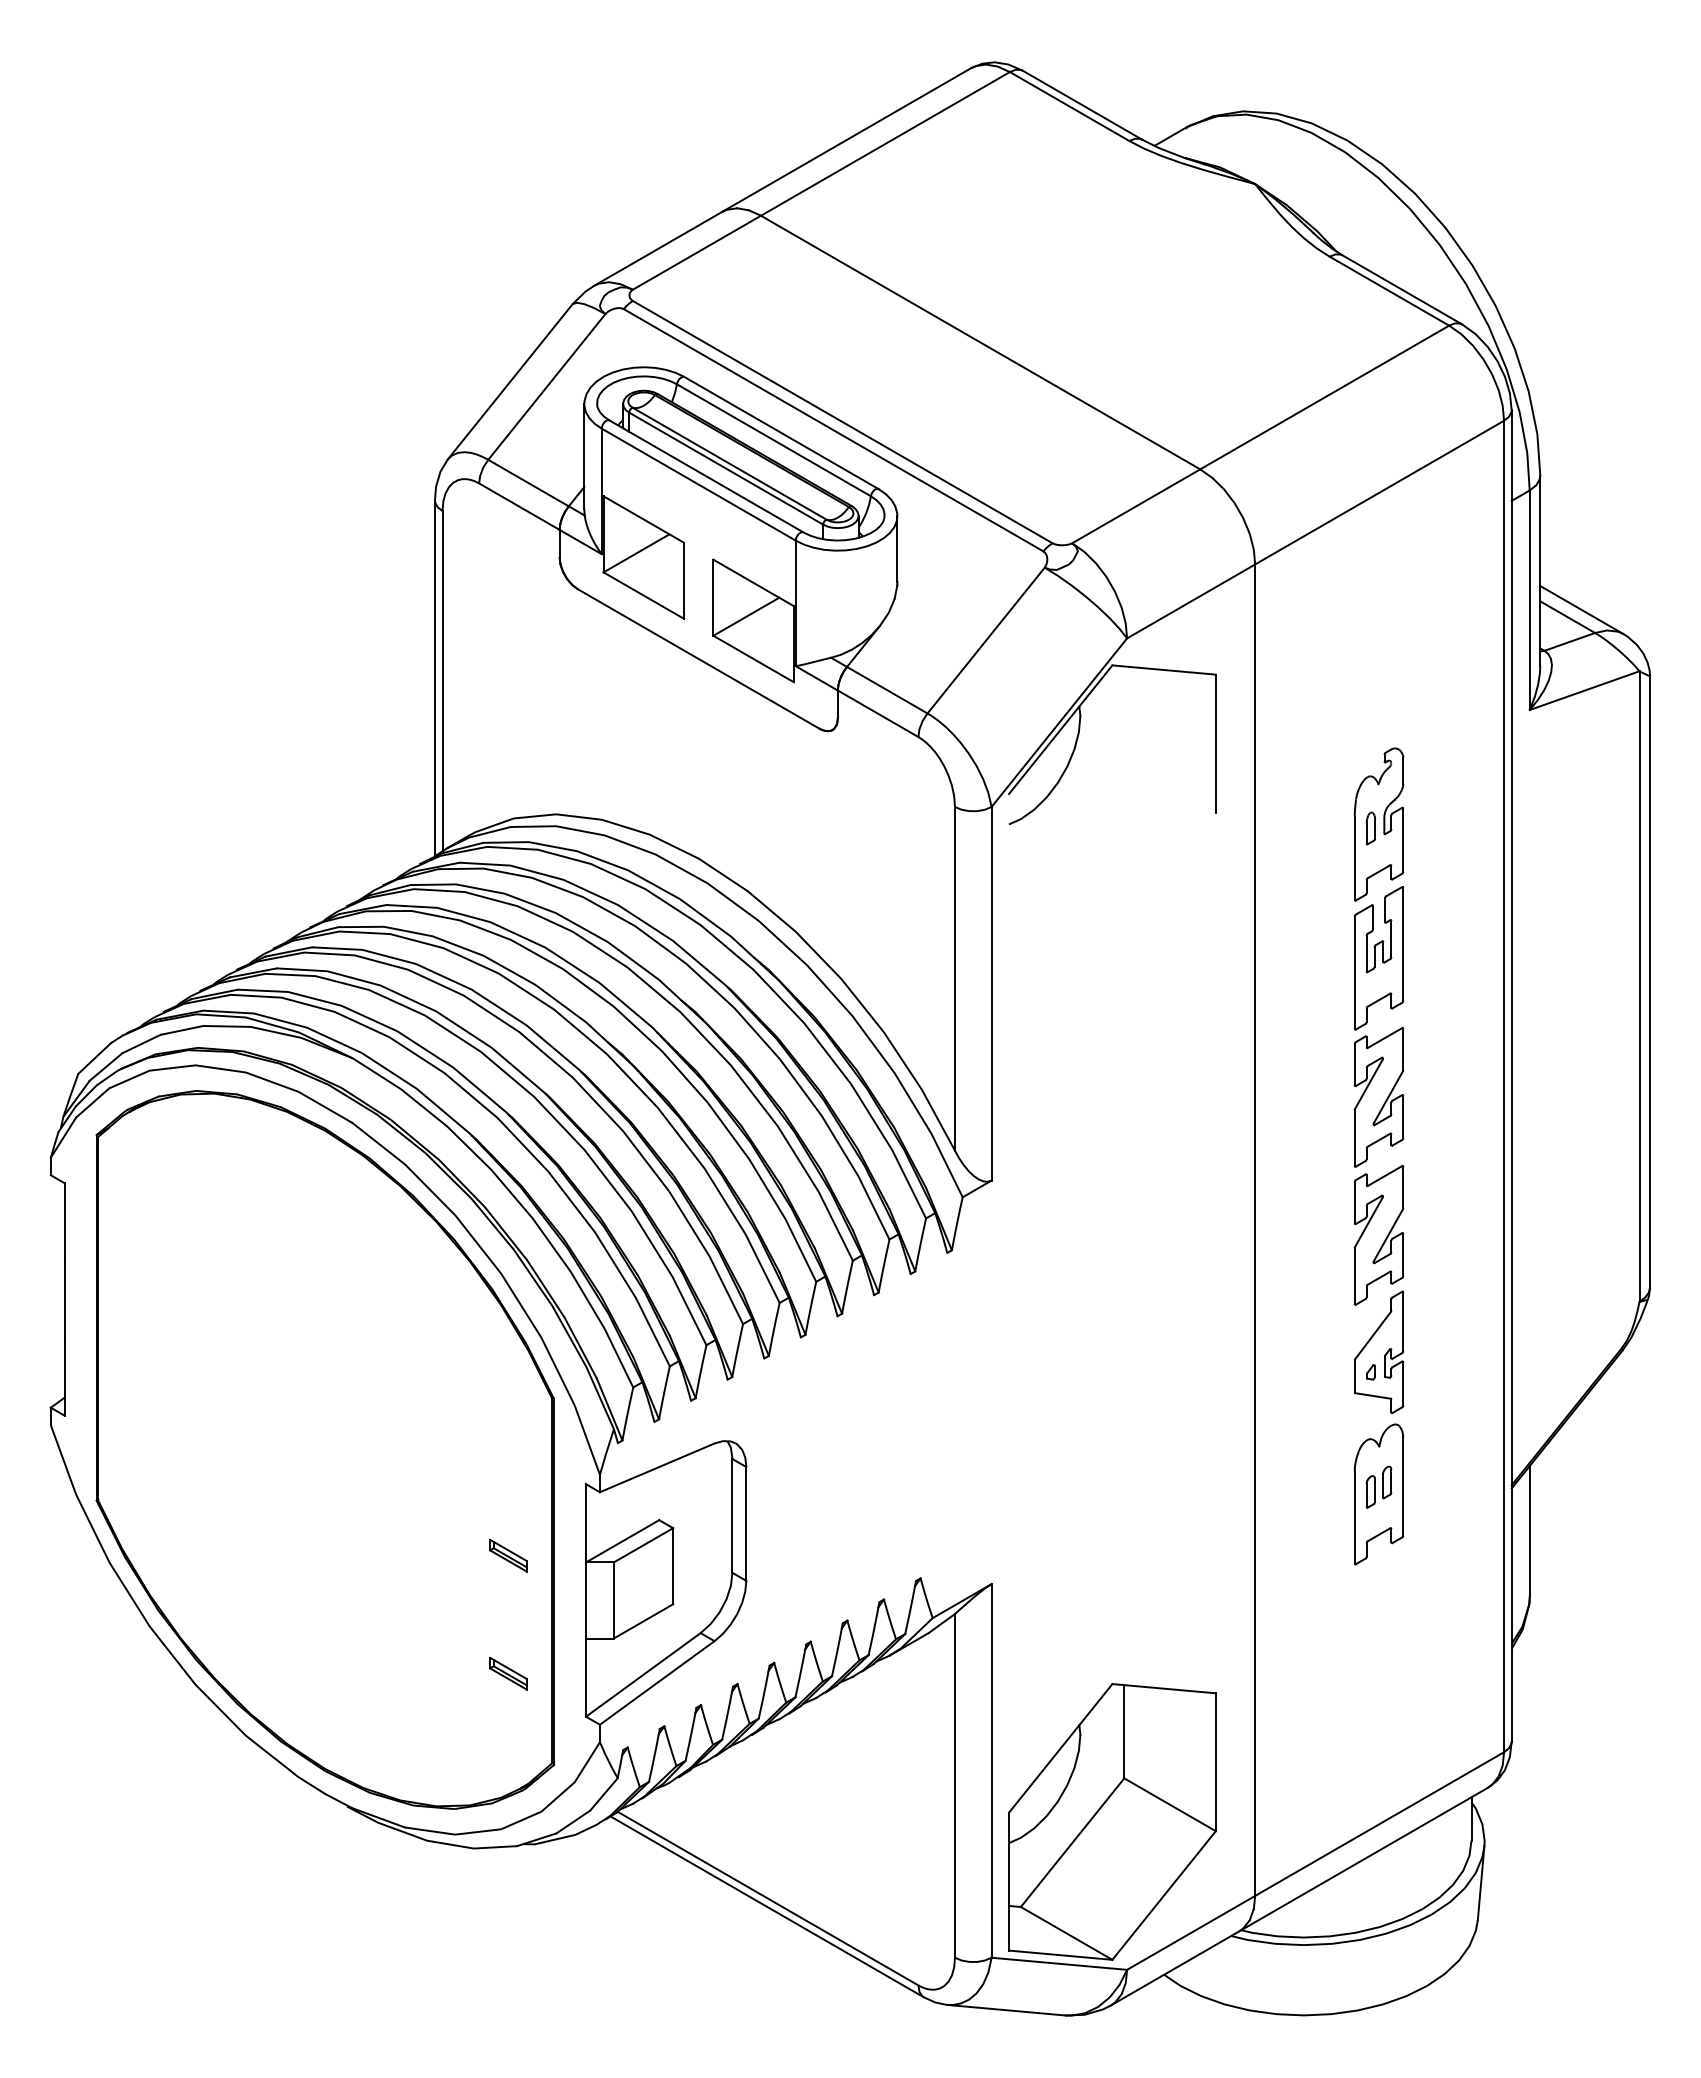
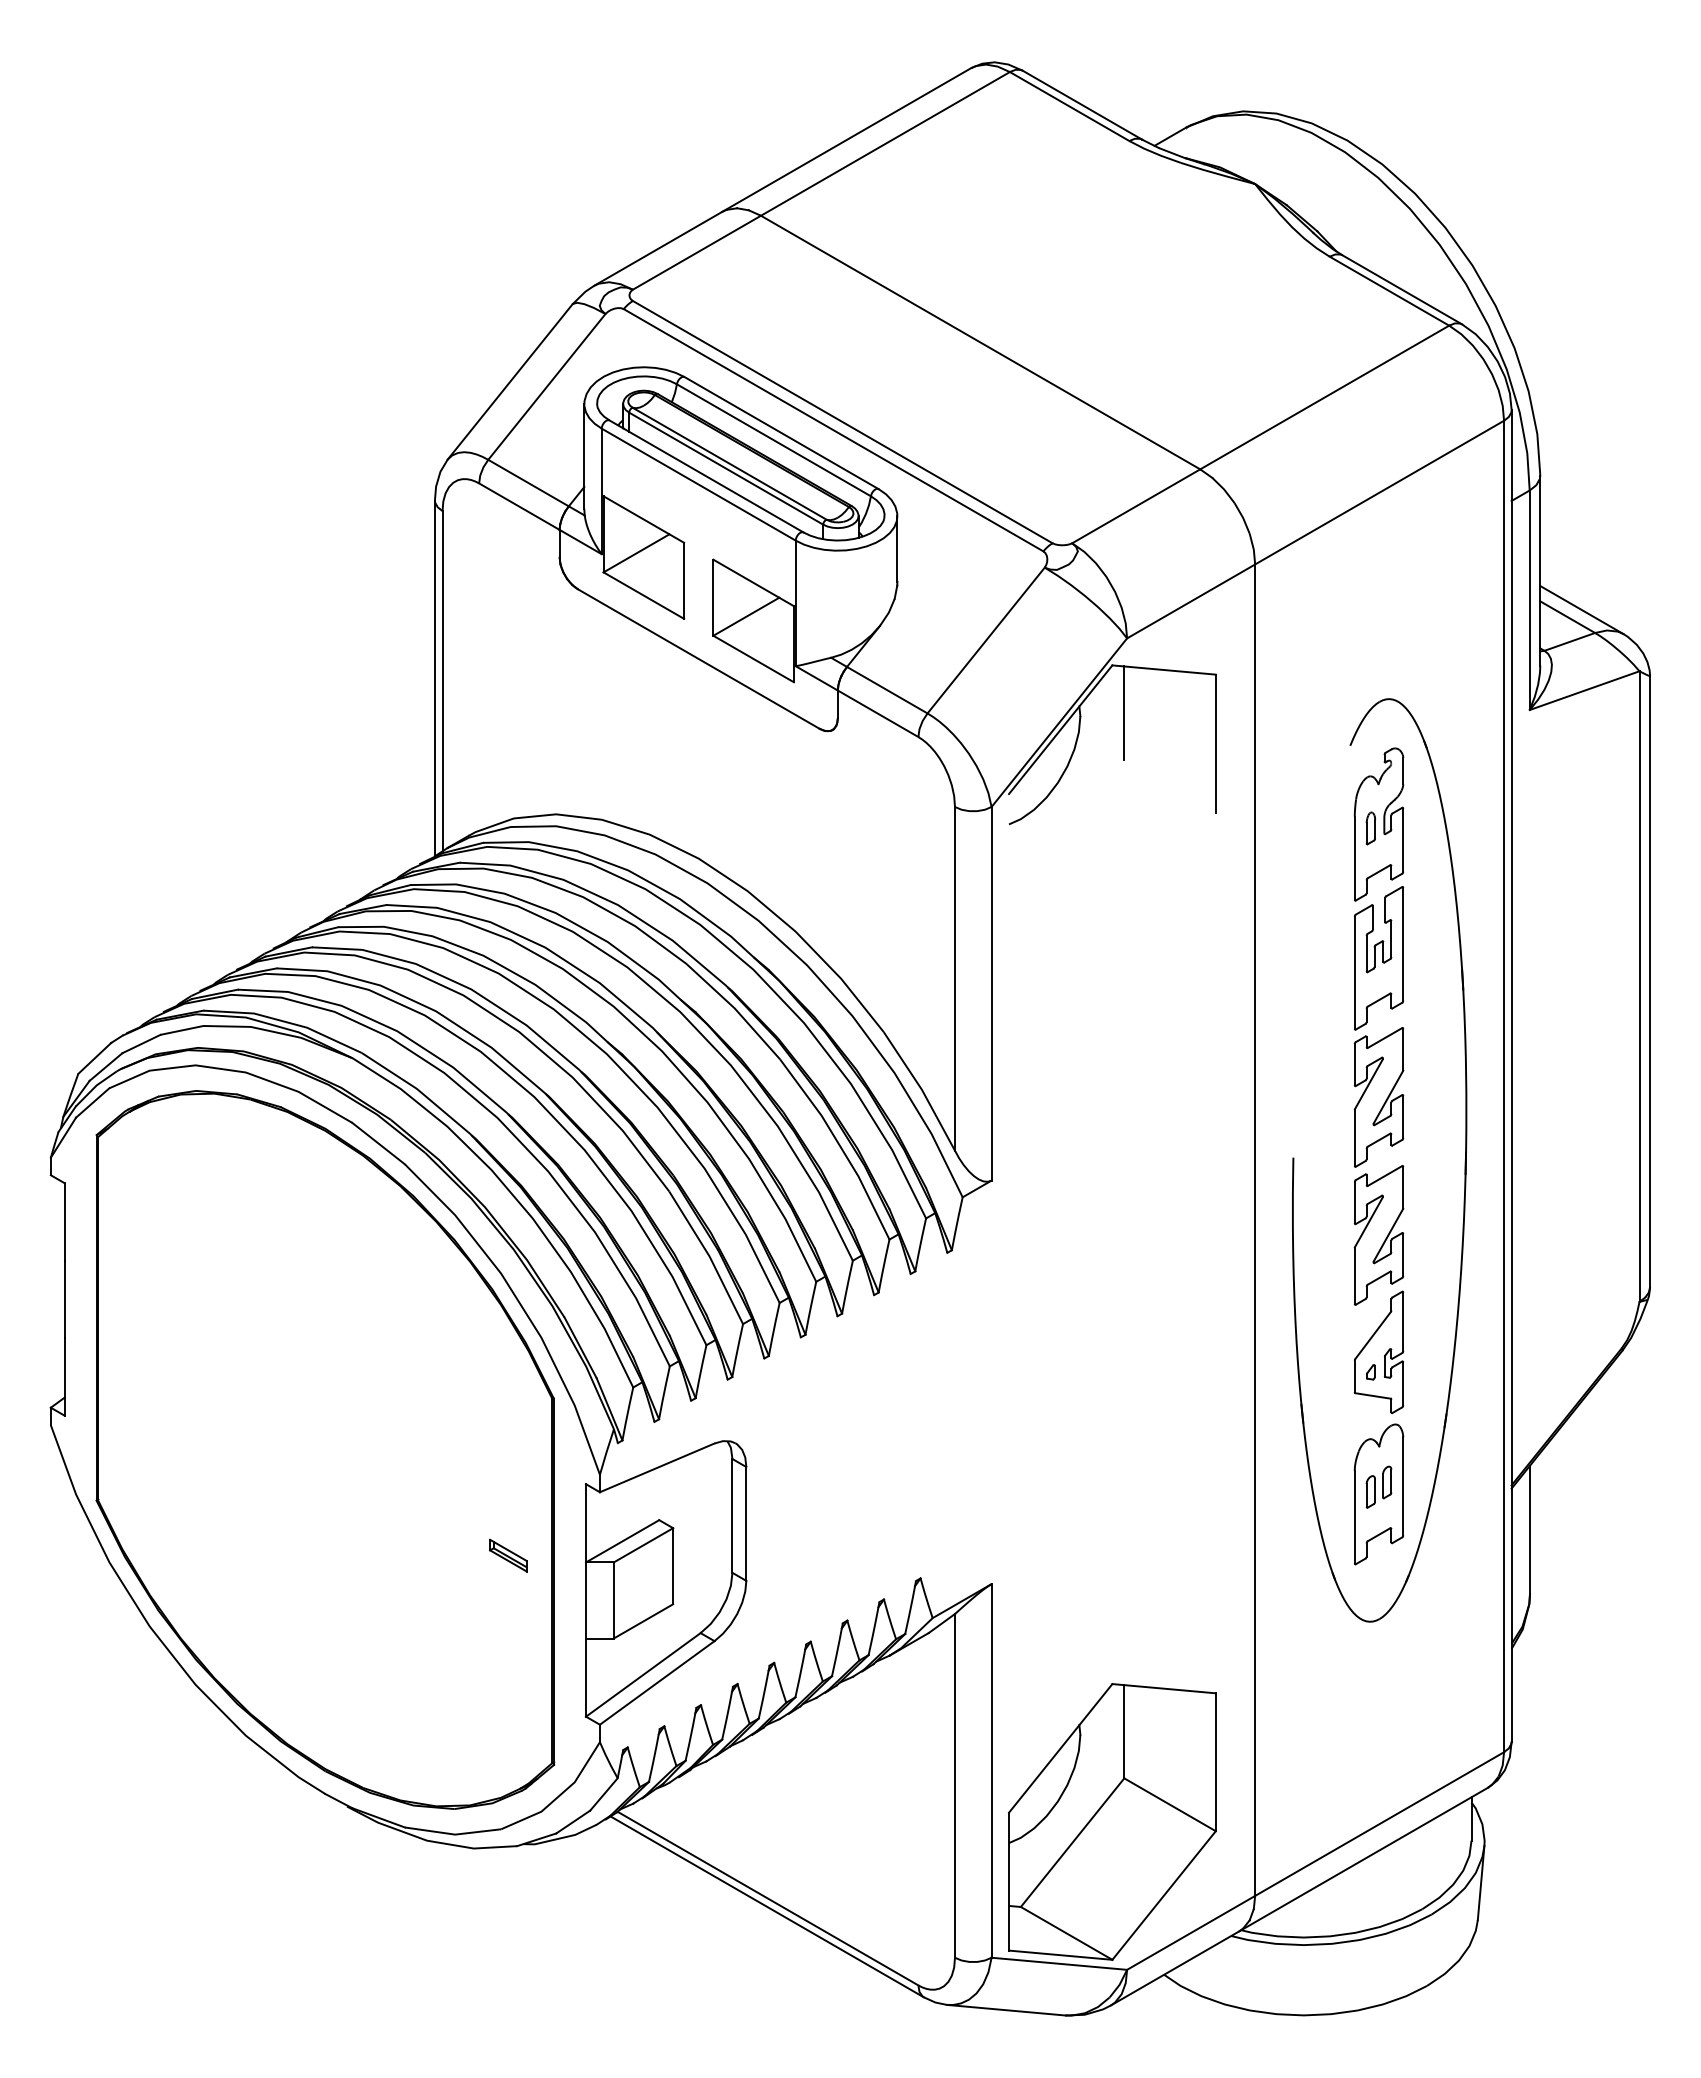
line at (1124, 712): none -> present
part at (1294, 1160): none -> present
part at (508, 1673): present -> none
